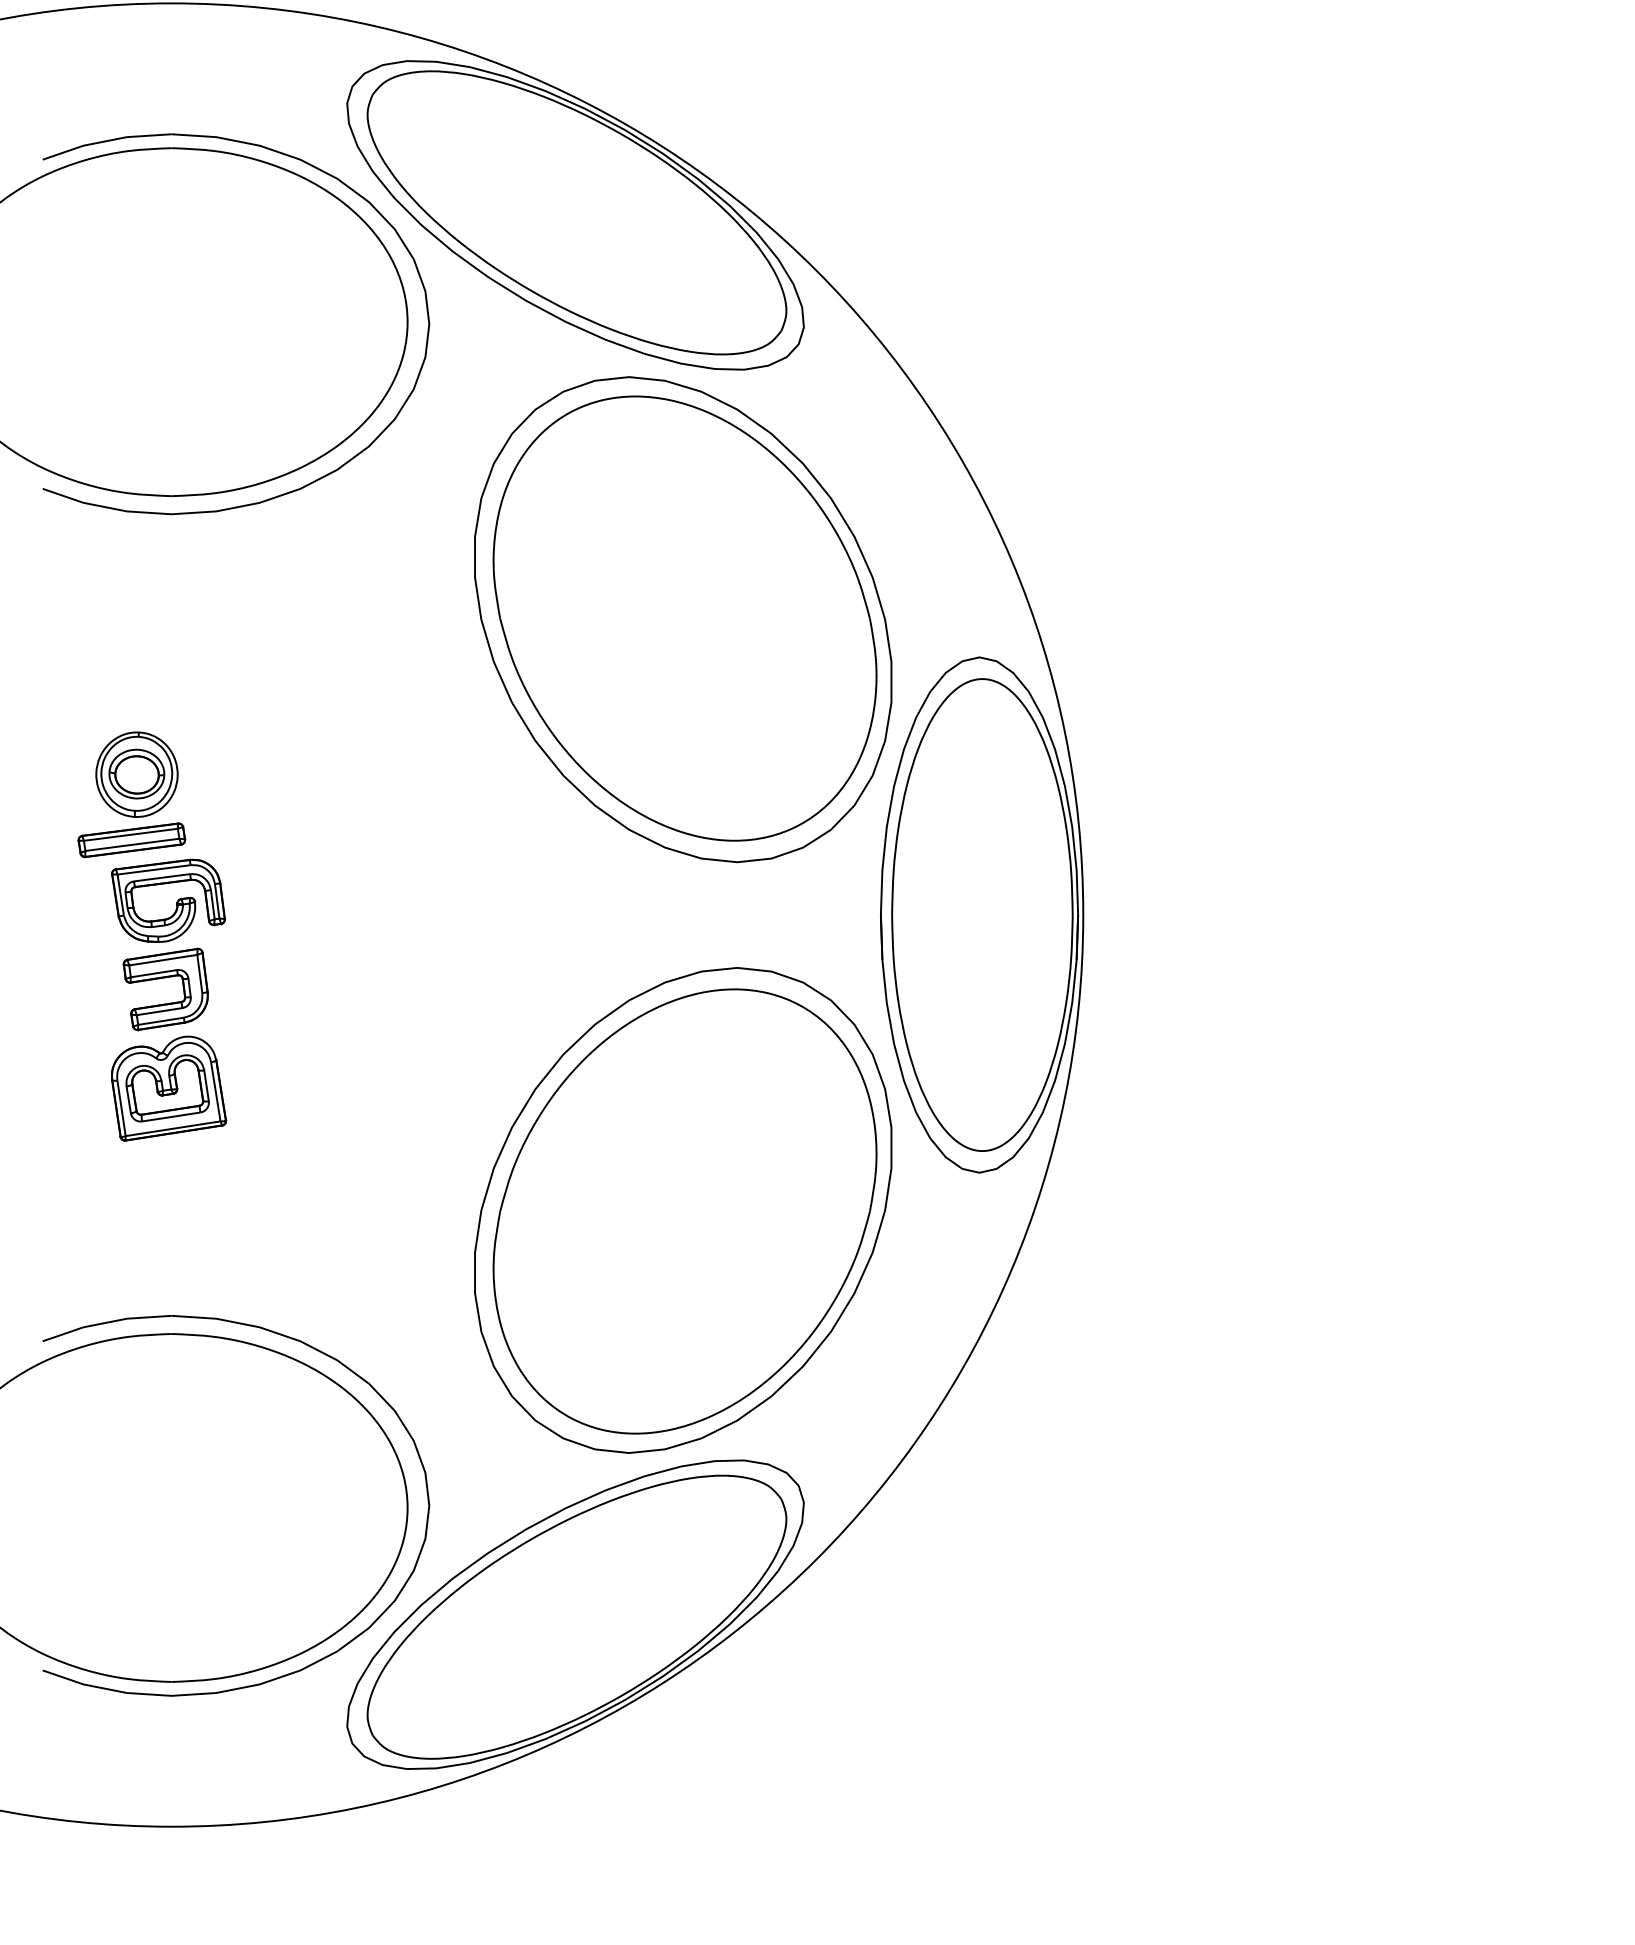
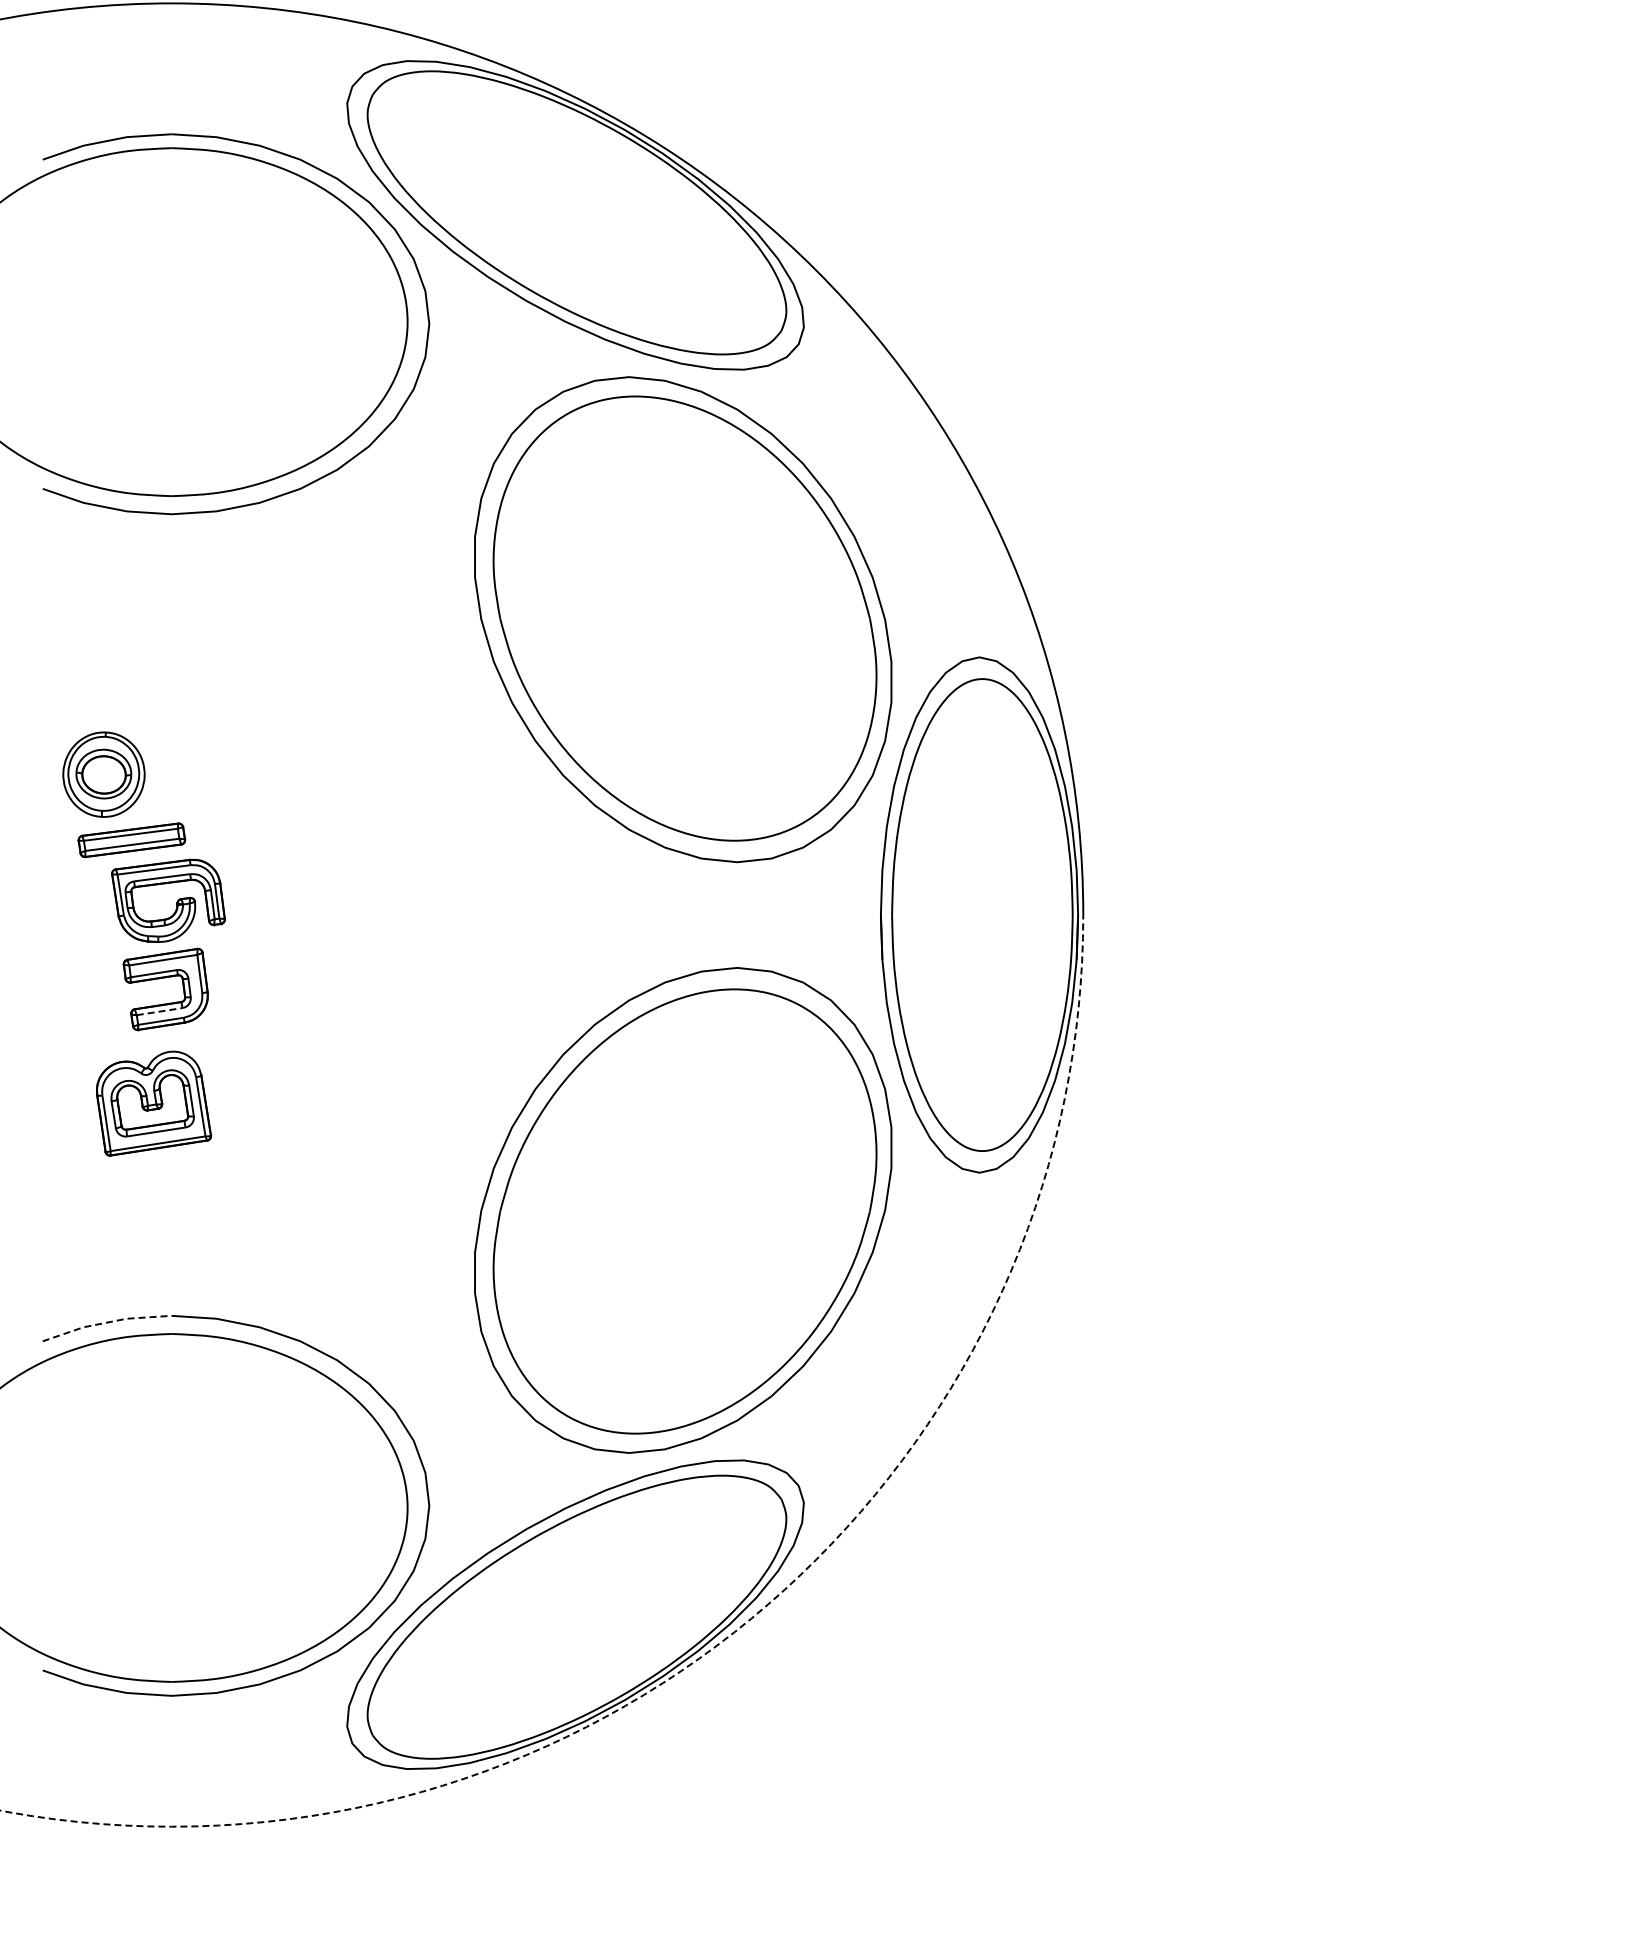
part at (136, 774) position: (136, 774) -> (103, 774)
line at (160, 1011): solid -> dashed
part at (169, 1088) position: (169, 1088) -> (154, 1103)
line at (105, 1322): solid -> dashed
arc at (751, 1618): solid -> dashed
